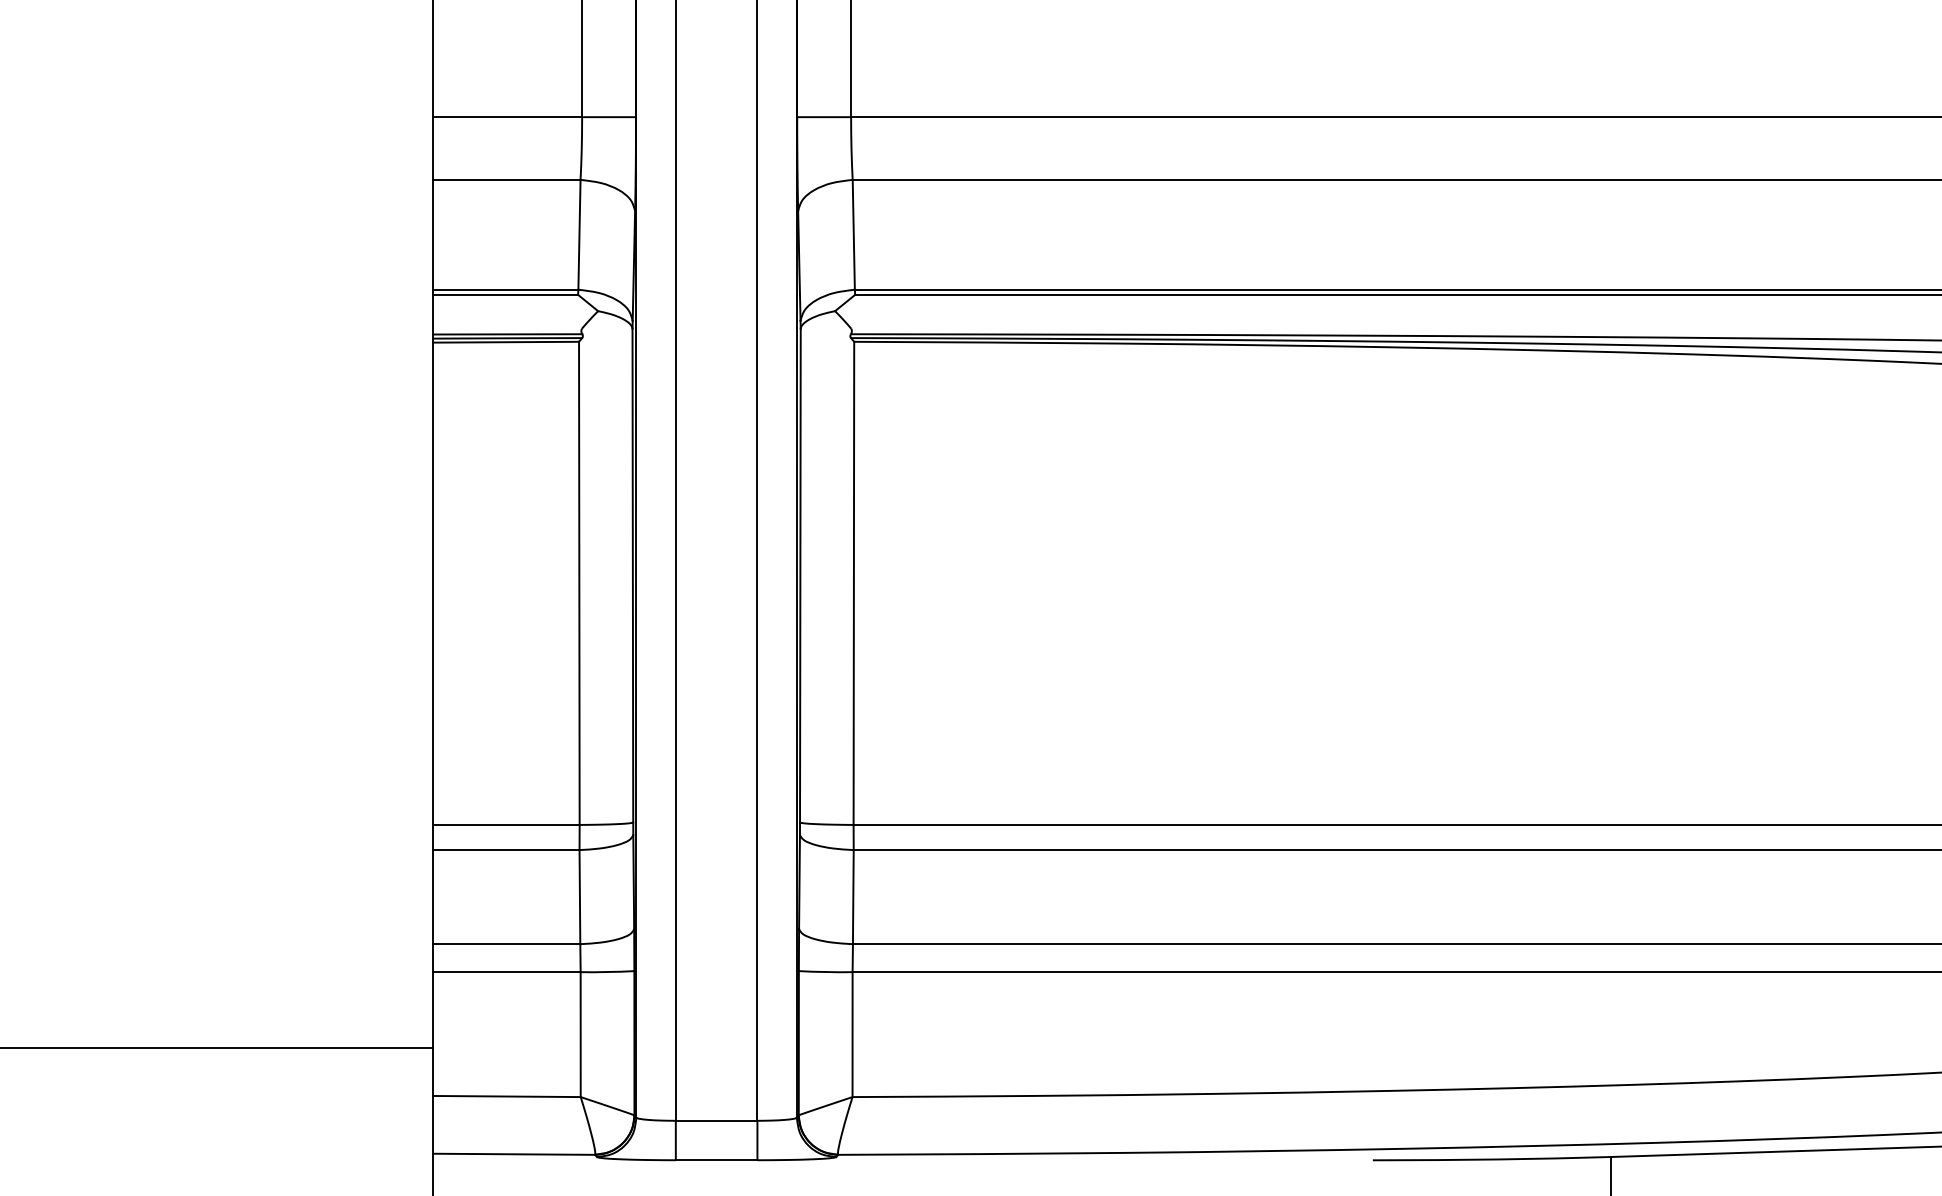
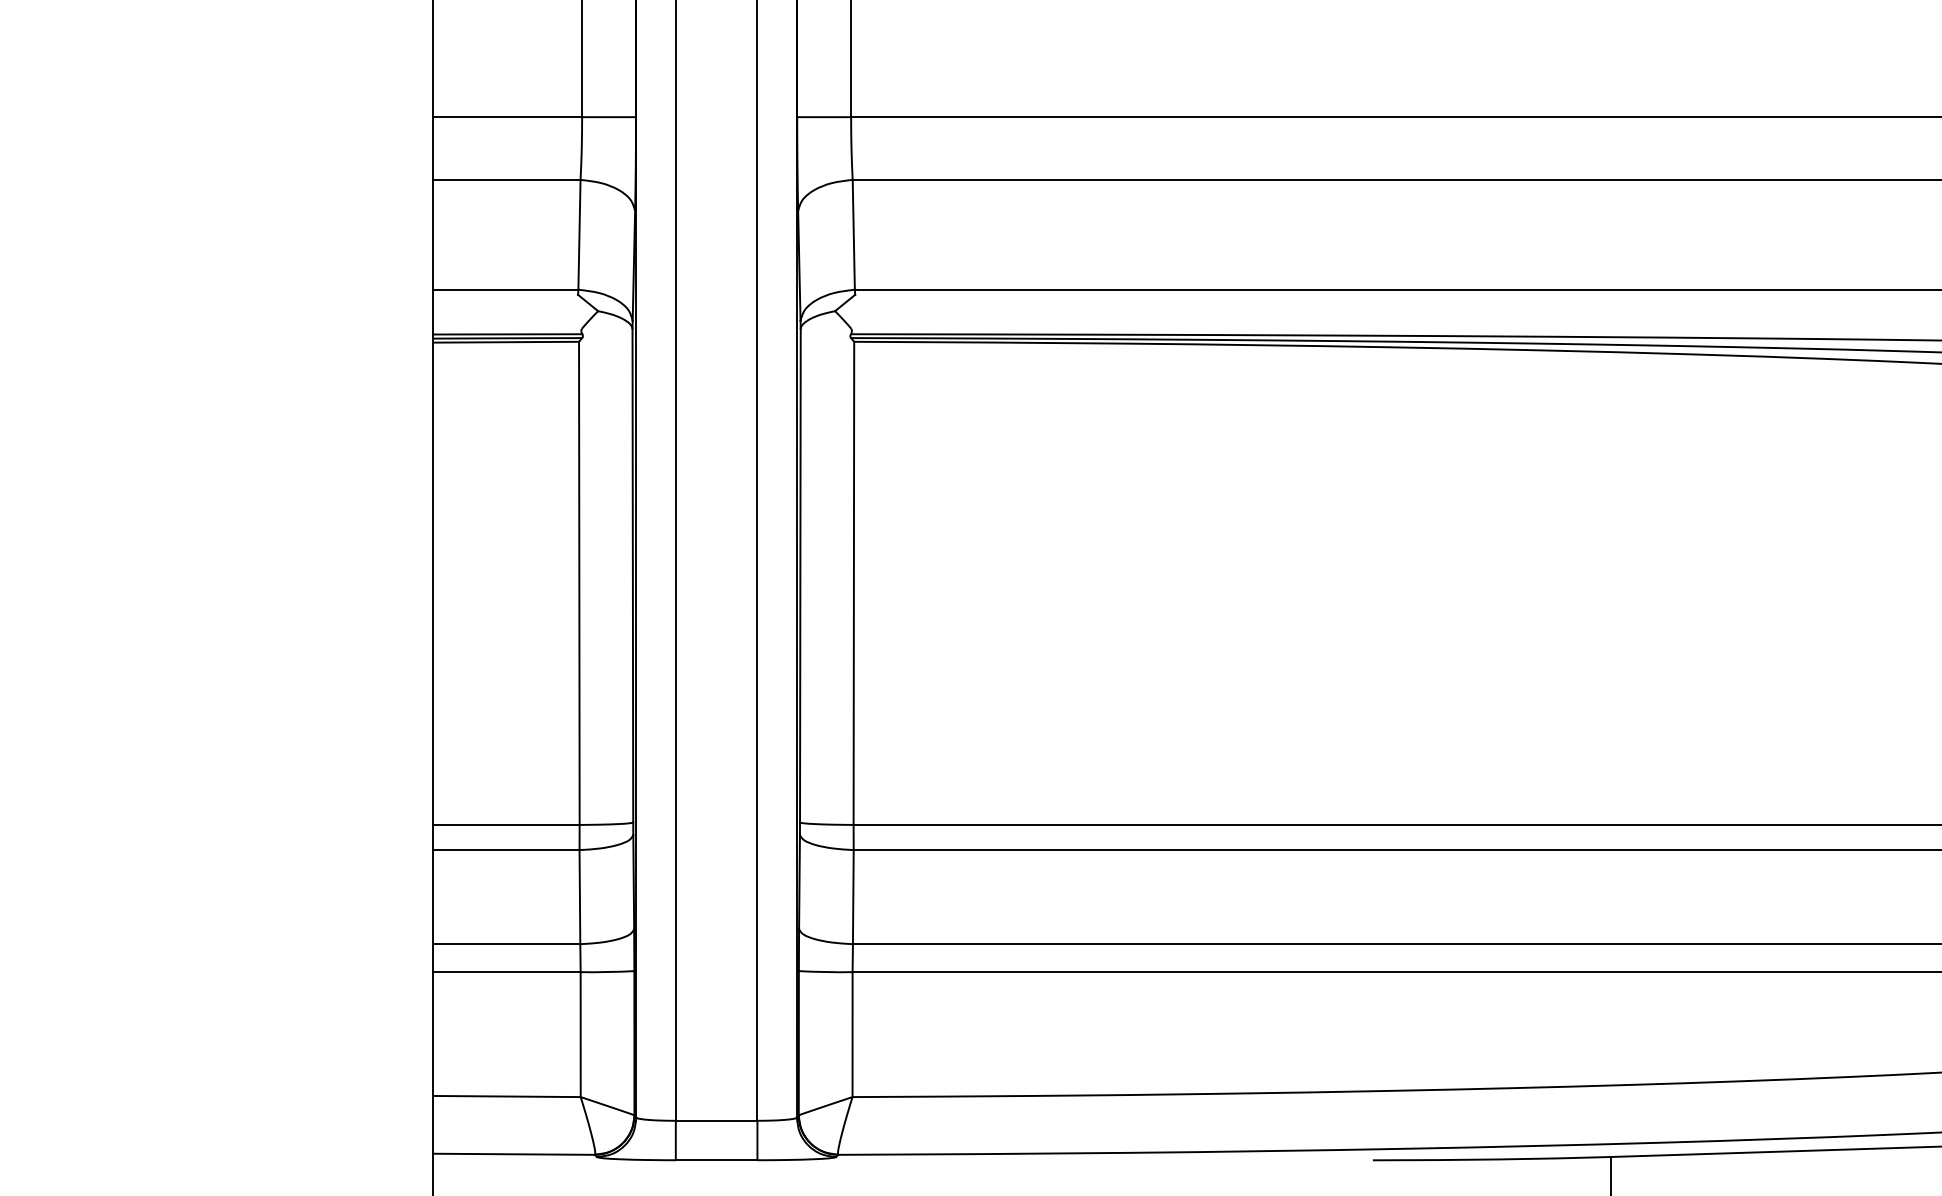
line at (505, 294): present -> none
line at (1396, 294): present -> none
line at (217, 1047): present -> none
